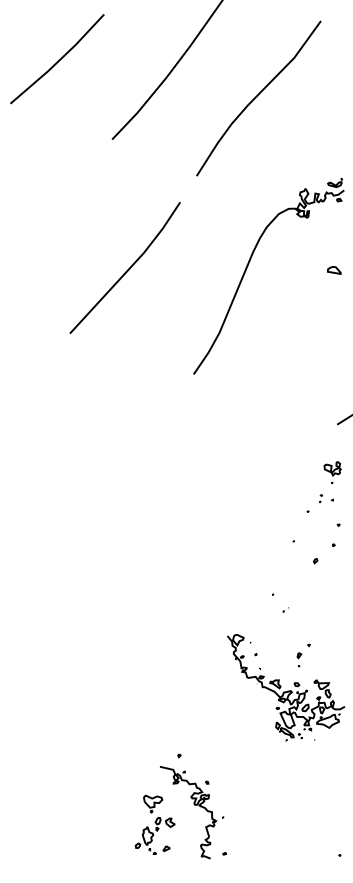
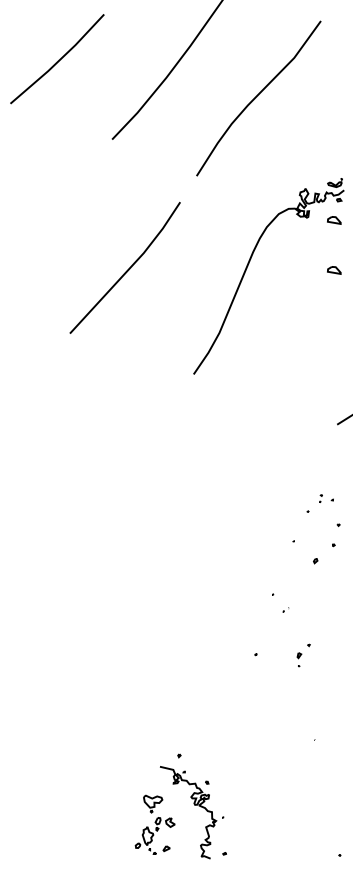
part at (334, 220): none -> present
part at (332, 472): present -> none
part at (286, 687): present -> none
